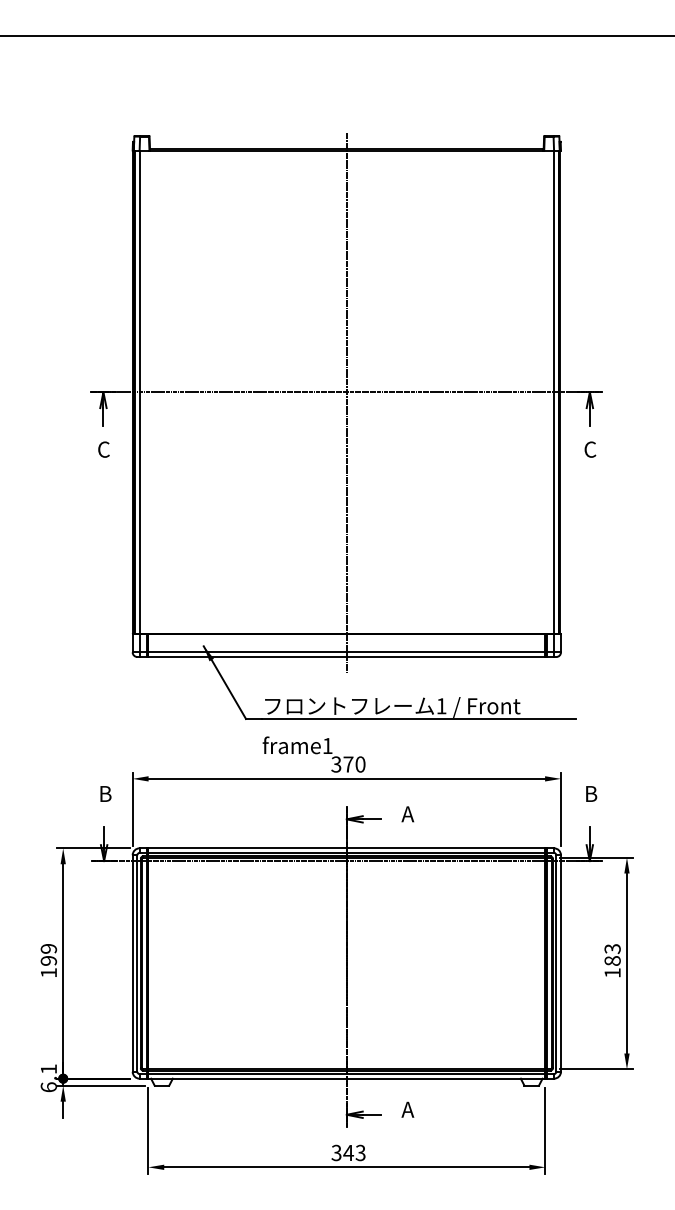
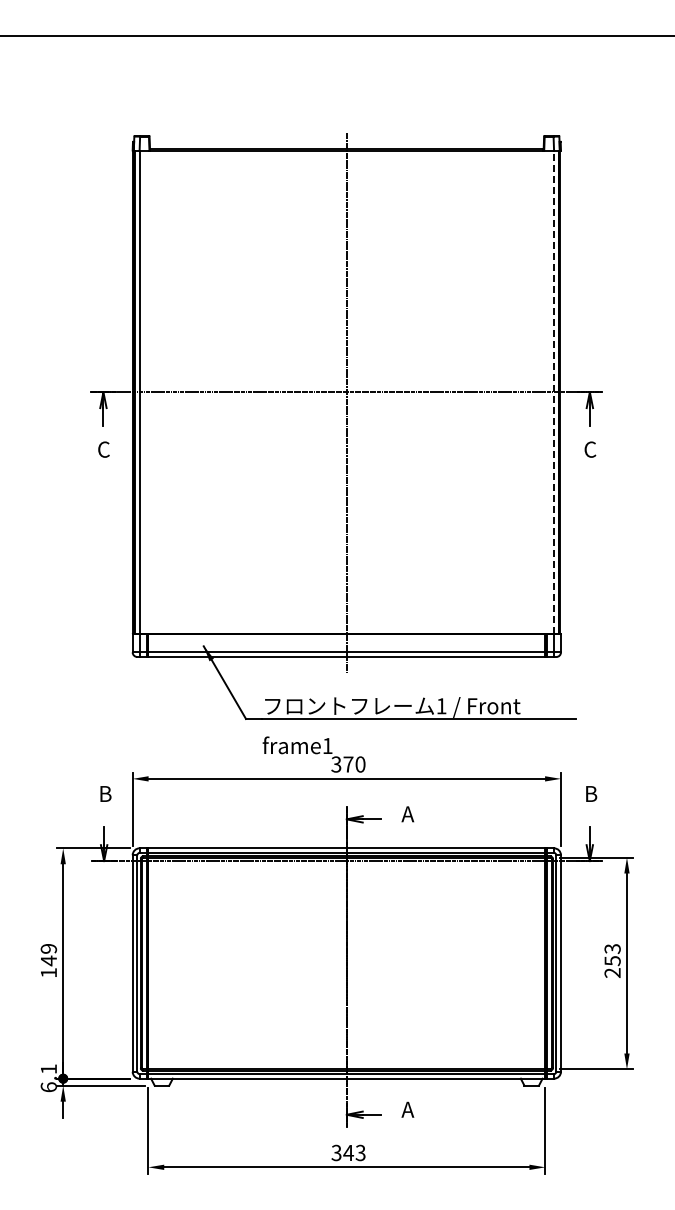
line at (553, 392): solid -> dashed
text at (48, 960): 199 -> 149
text at (612, 966): 183 -> 253
